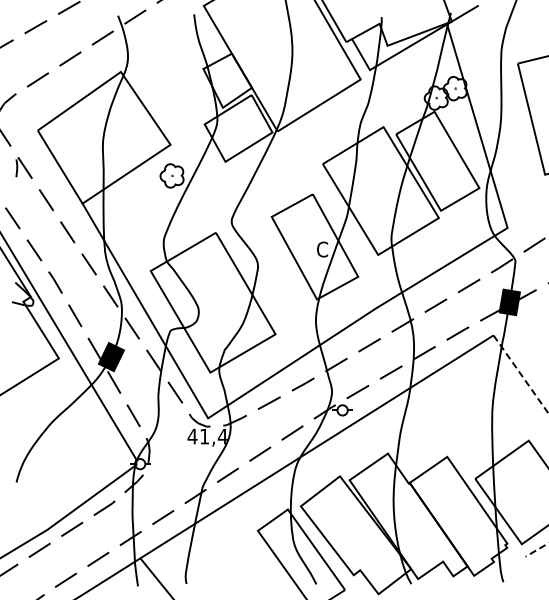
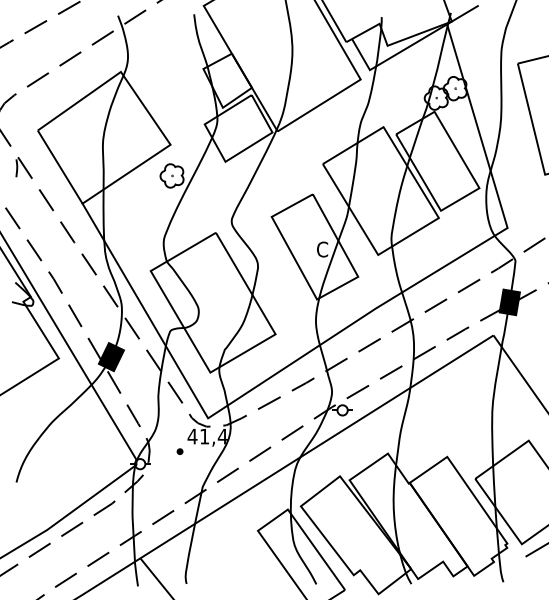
line at (529, 386): dashed -> solid
part at (179, 451): none -> present
